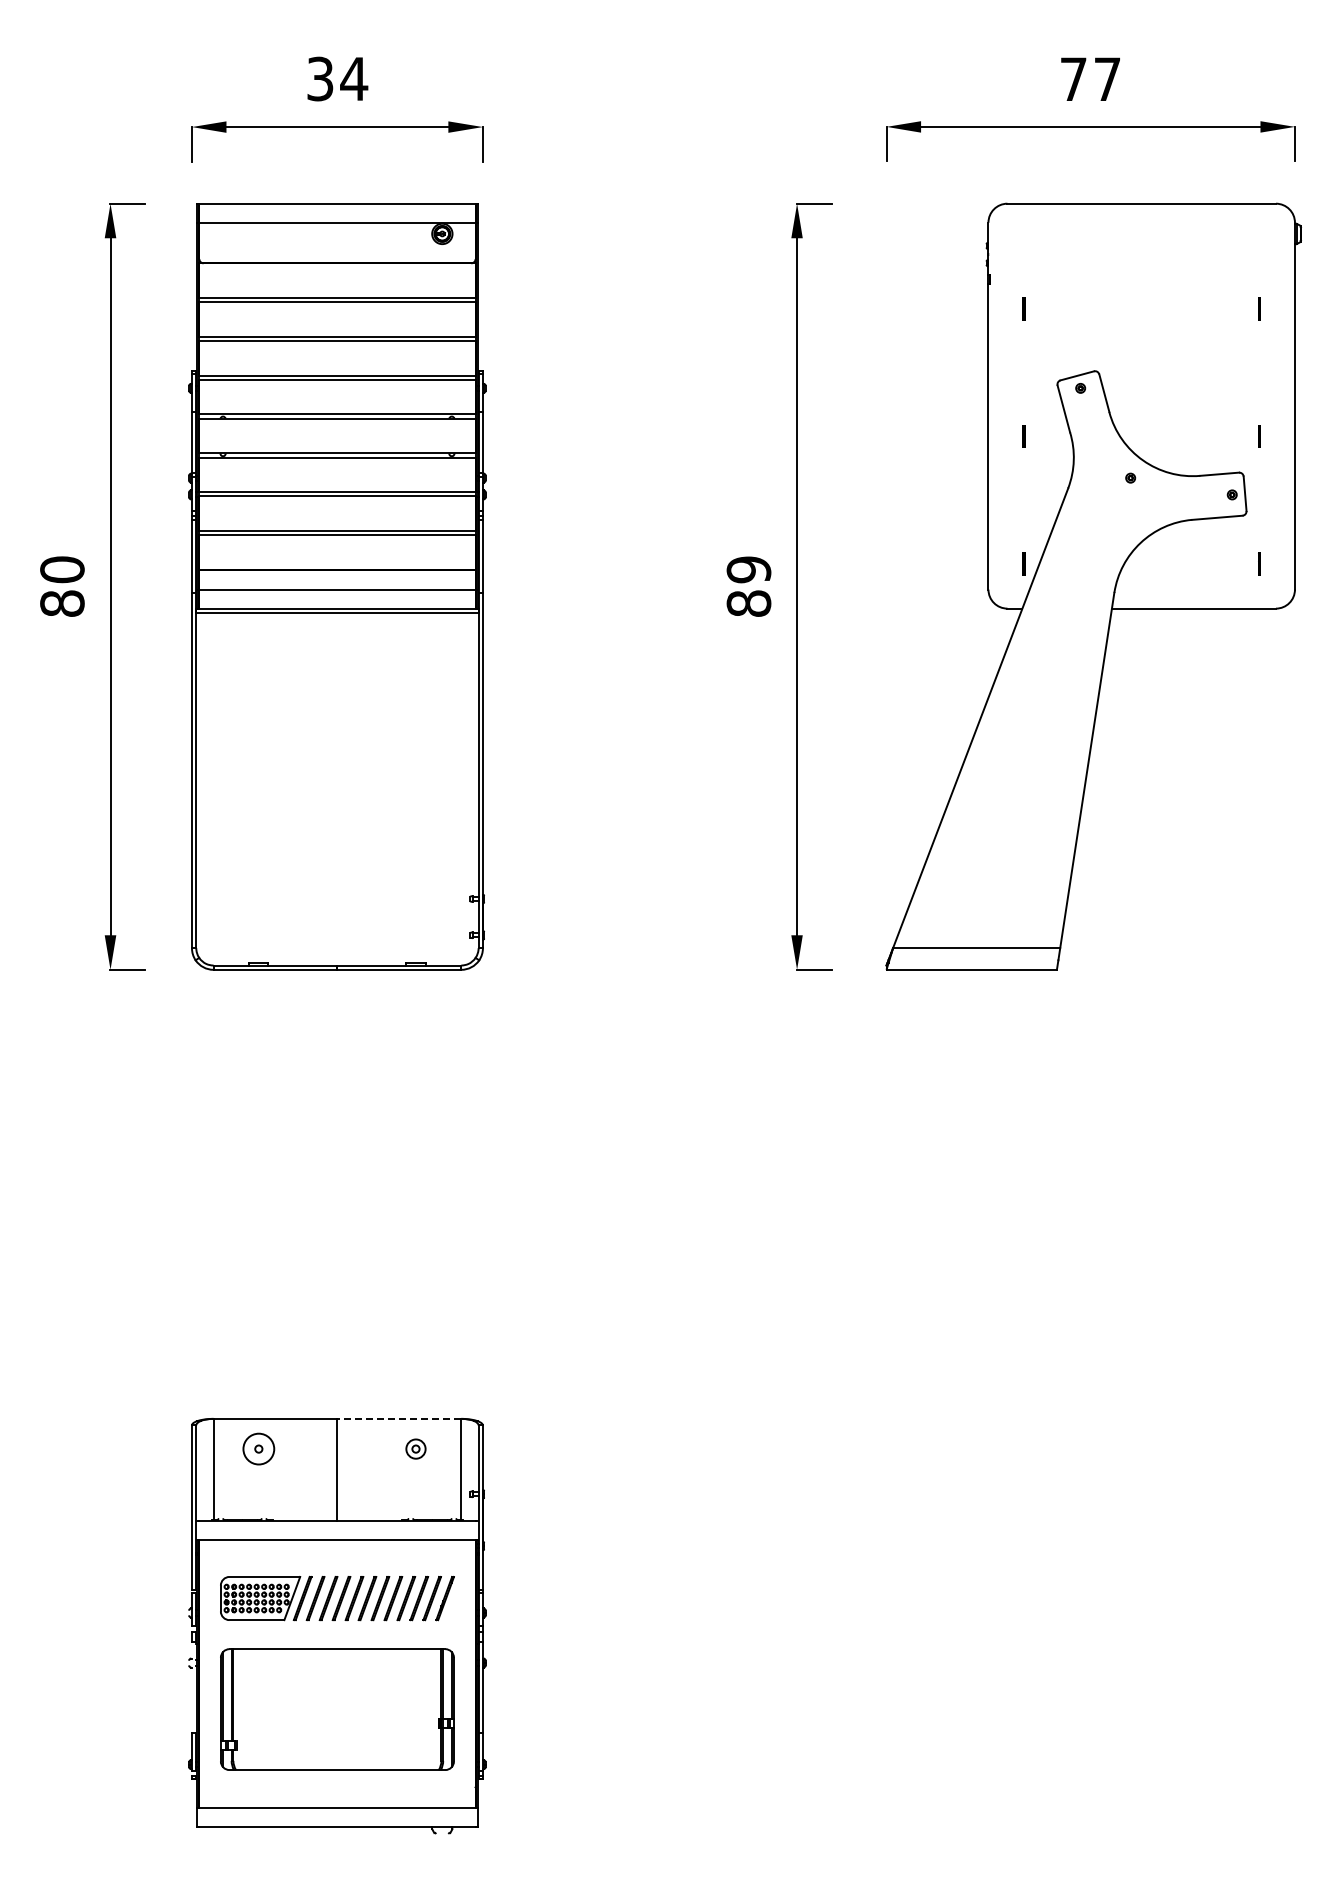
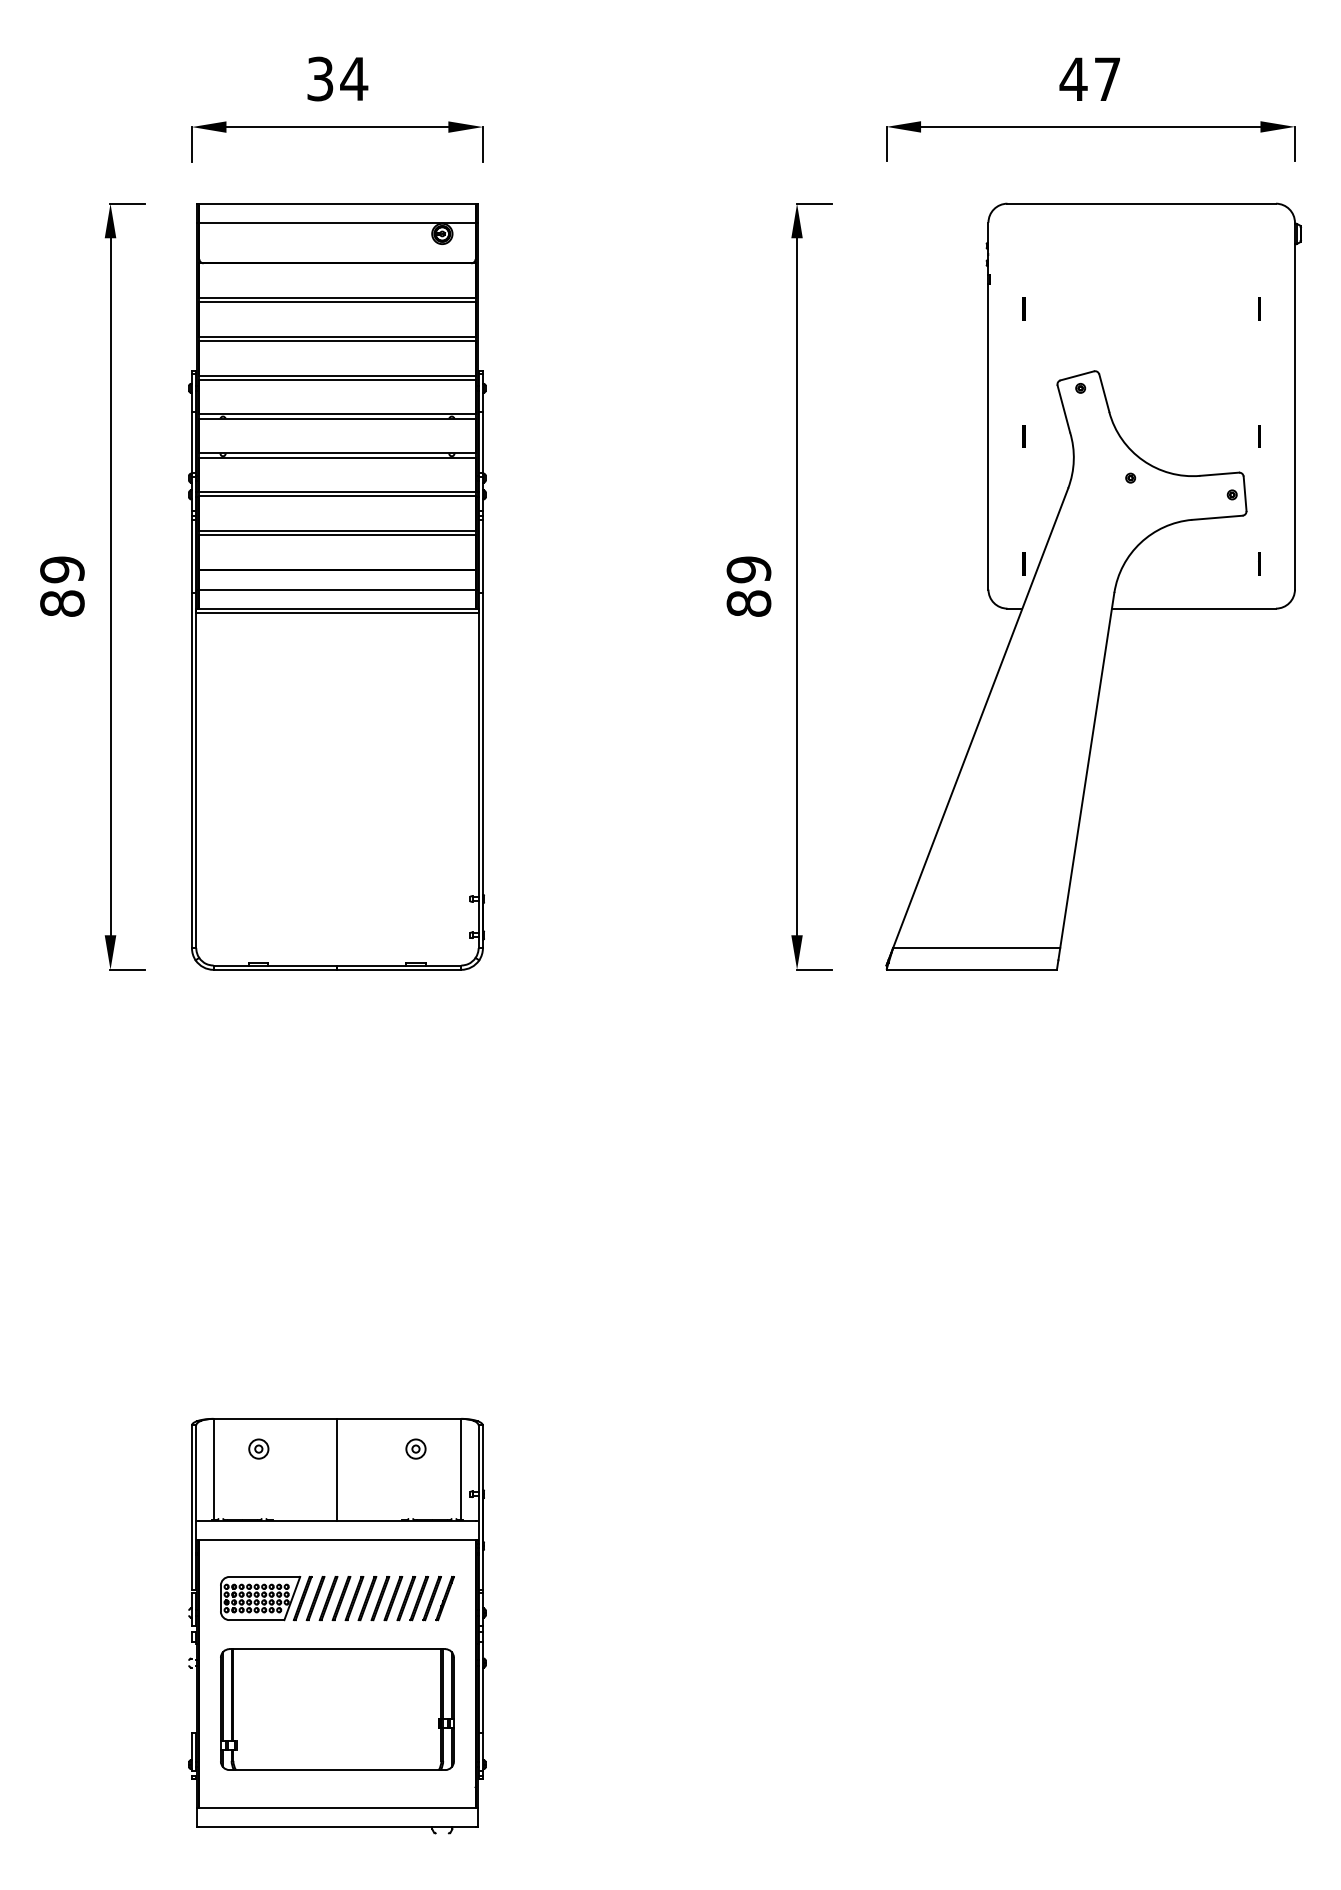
text at (1073, 78): 77 -> 47
text at (62, 569): 80 -> 89
line at (399, 1418): dashed -> solid
circle at (258, 1448) diameter: 31 px -> 19 px
